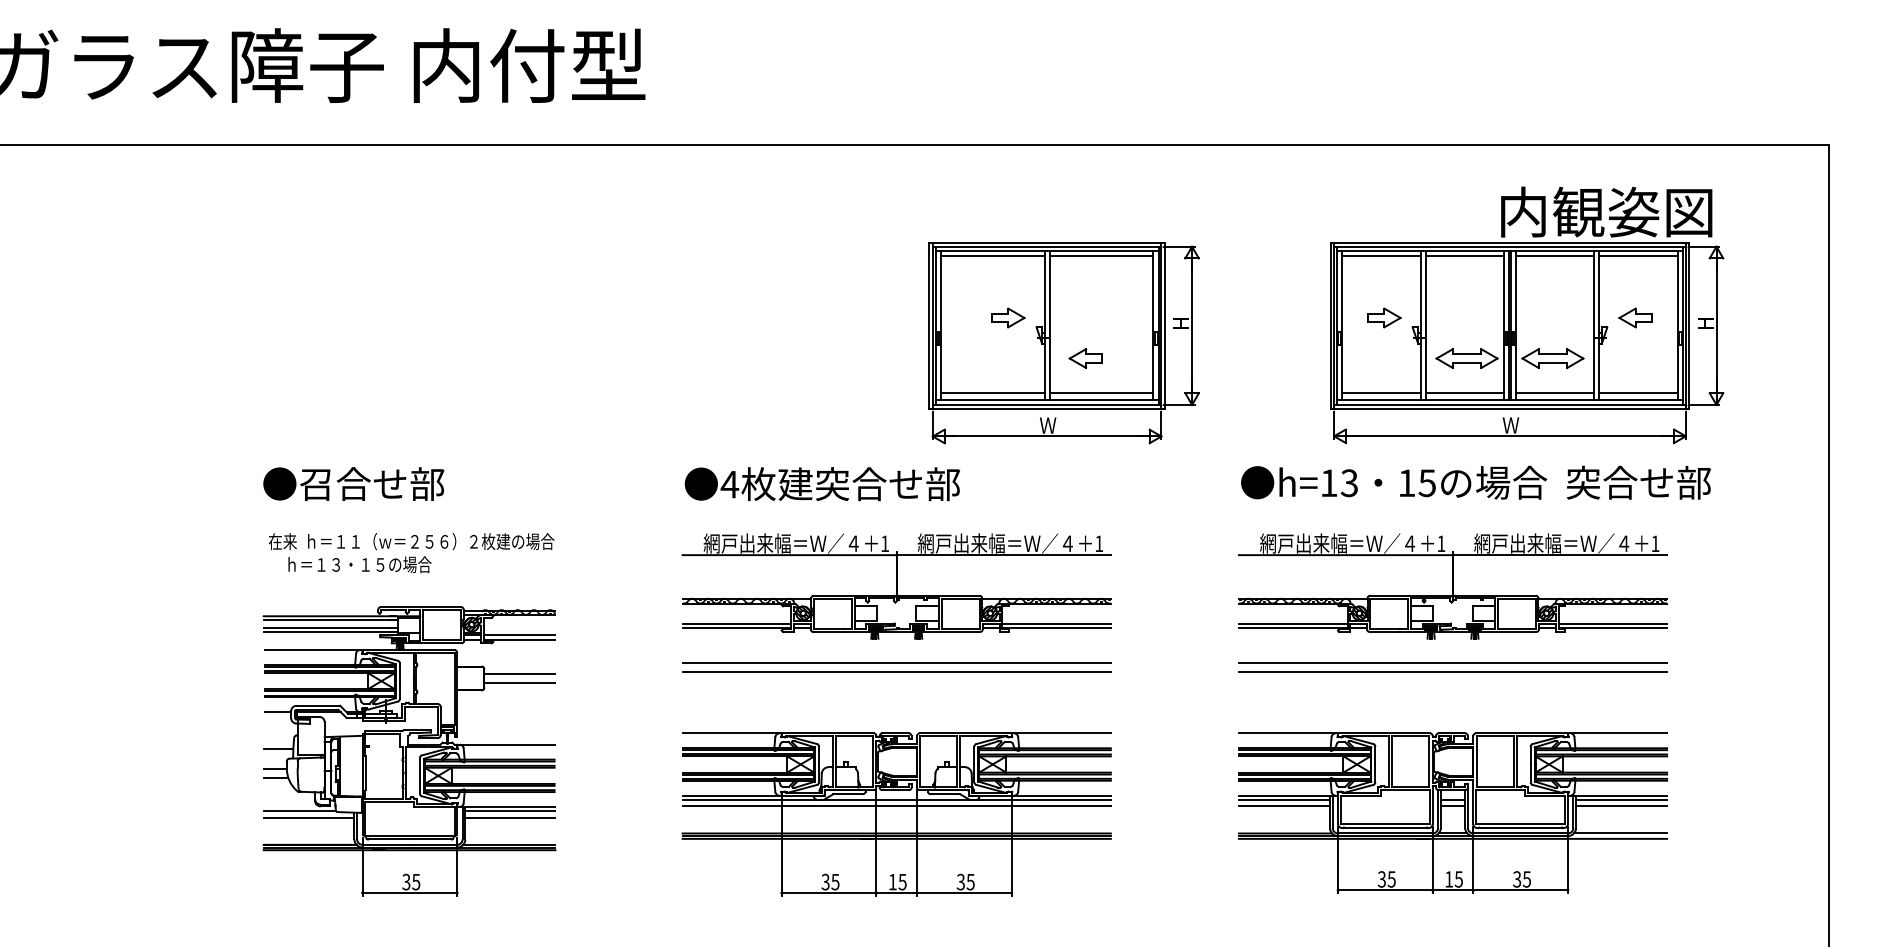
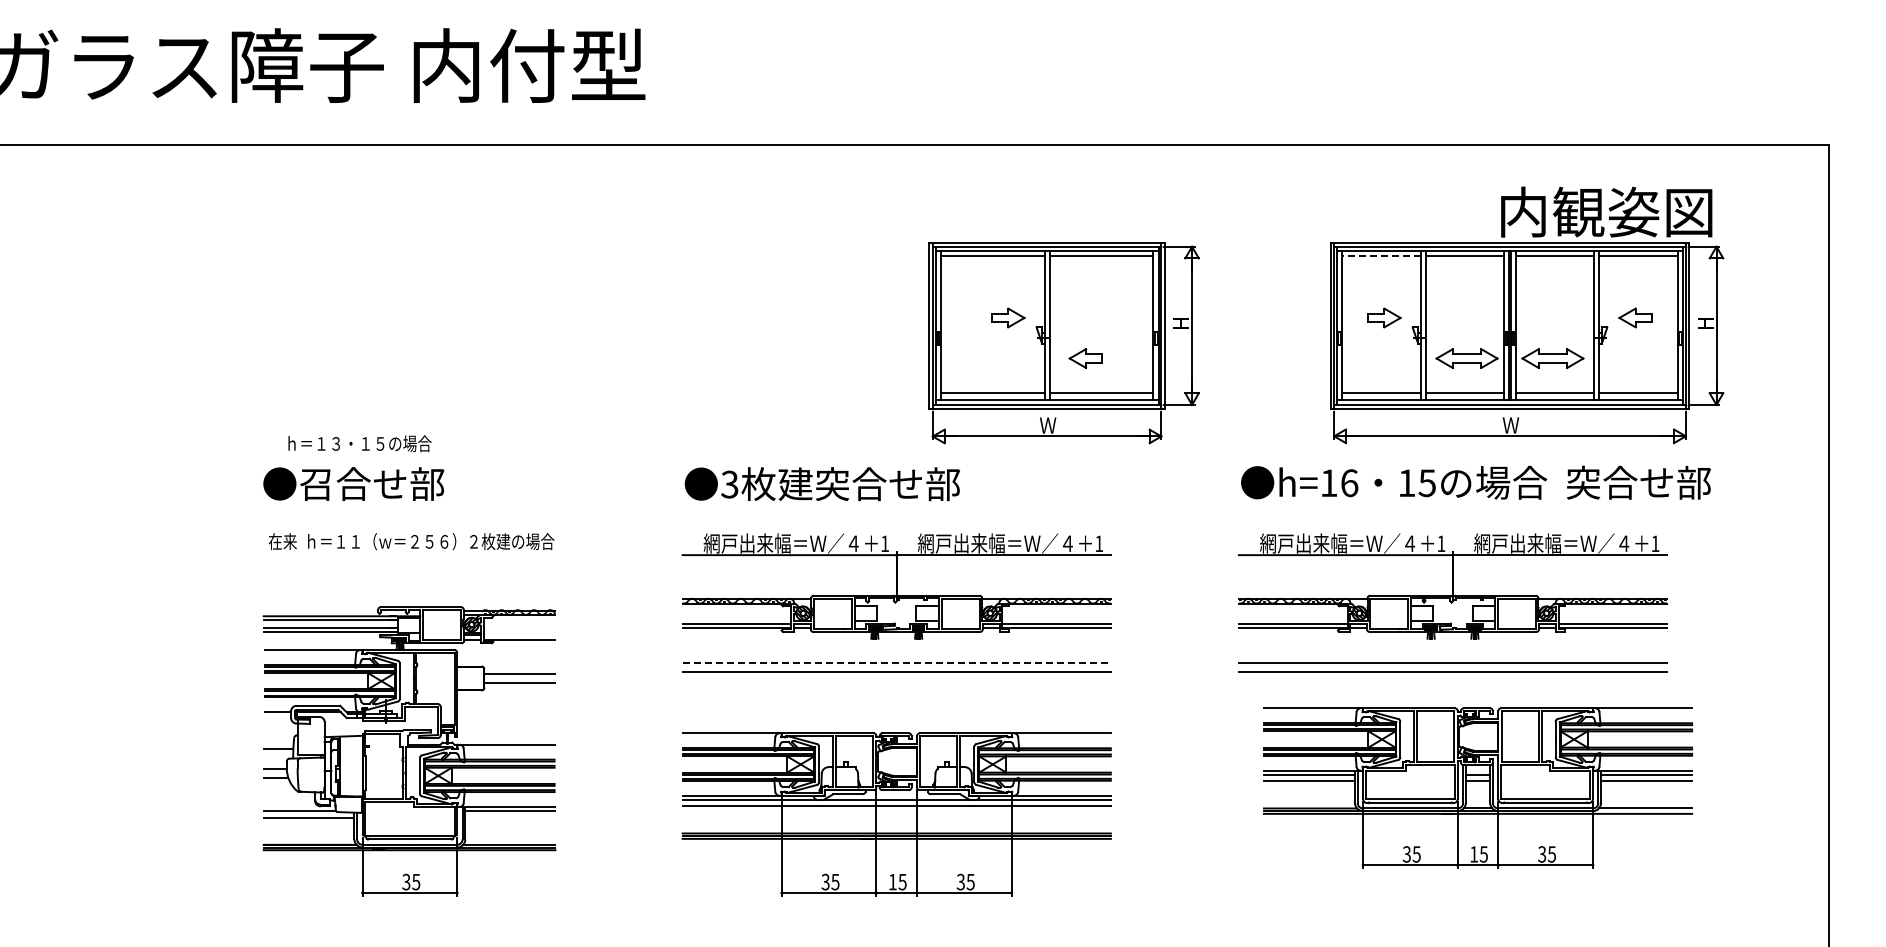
line at (1381, 255): solid -> dashed
text at (1349, 483): h=13 -> h=16
text at (729, 484): 4 -> 3
text at (359, 564) position: (359, 564) -> (359, 443)
line at (519, 635): present -> none
line at (897, 662): solid -> dashed
part at (1452, 812) position: (1452, 812) -> (1477, 787)
line at (510, 817): present -> none
